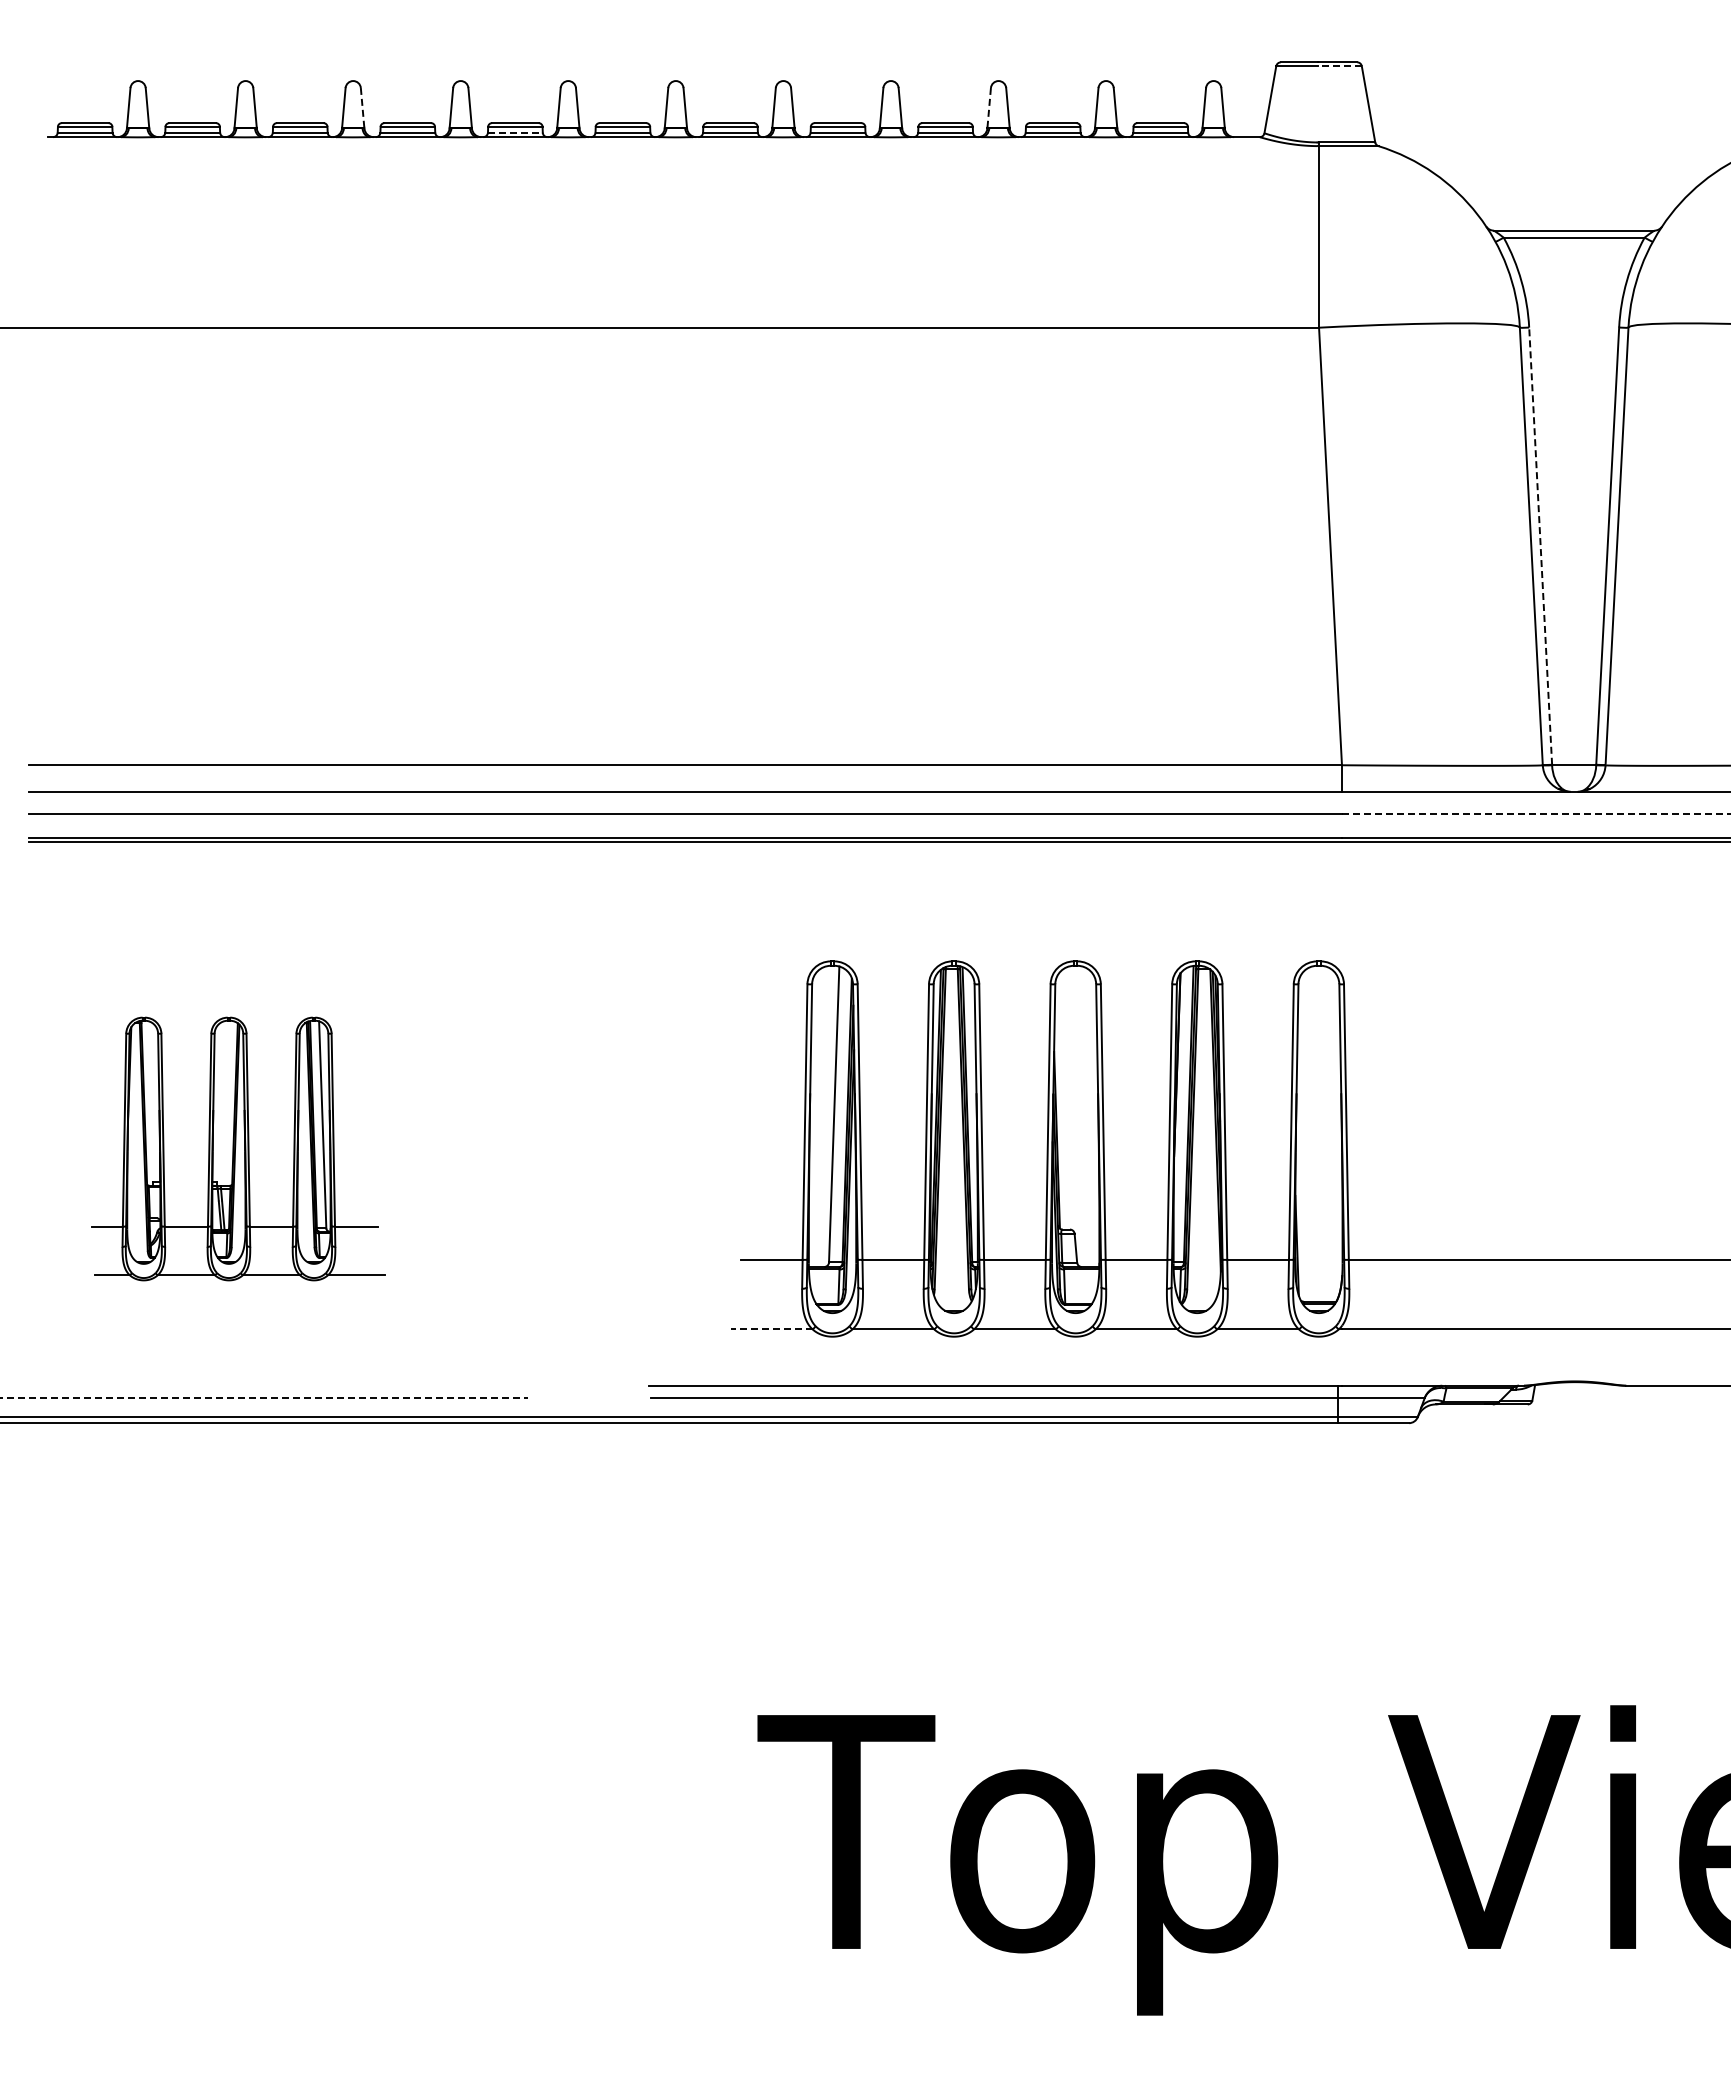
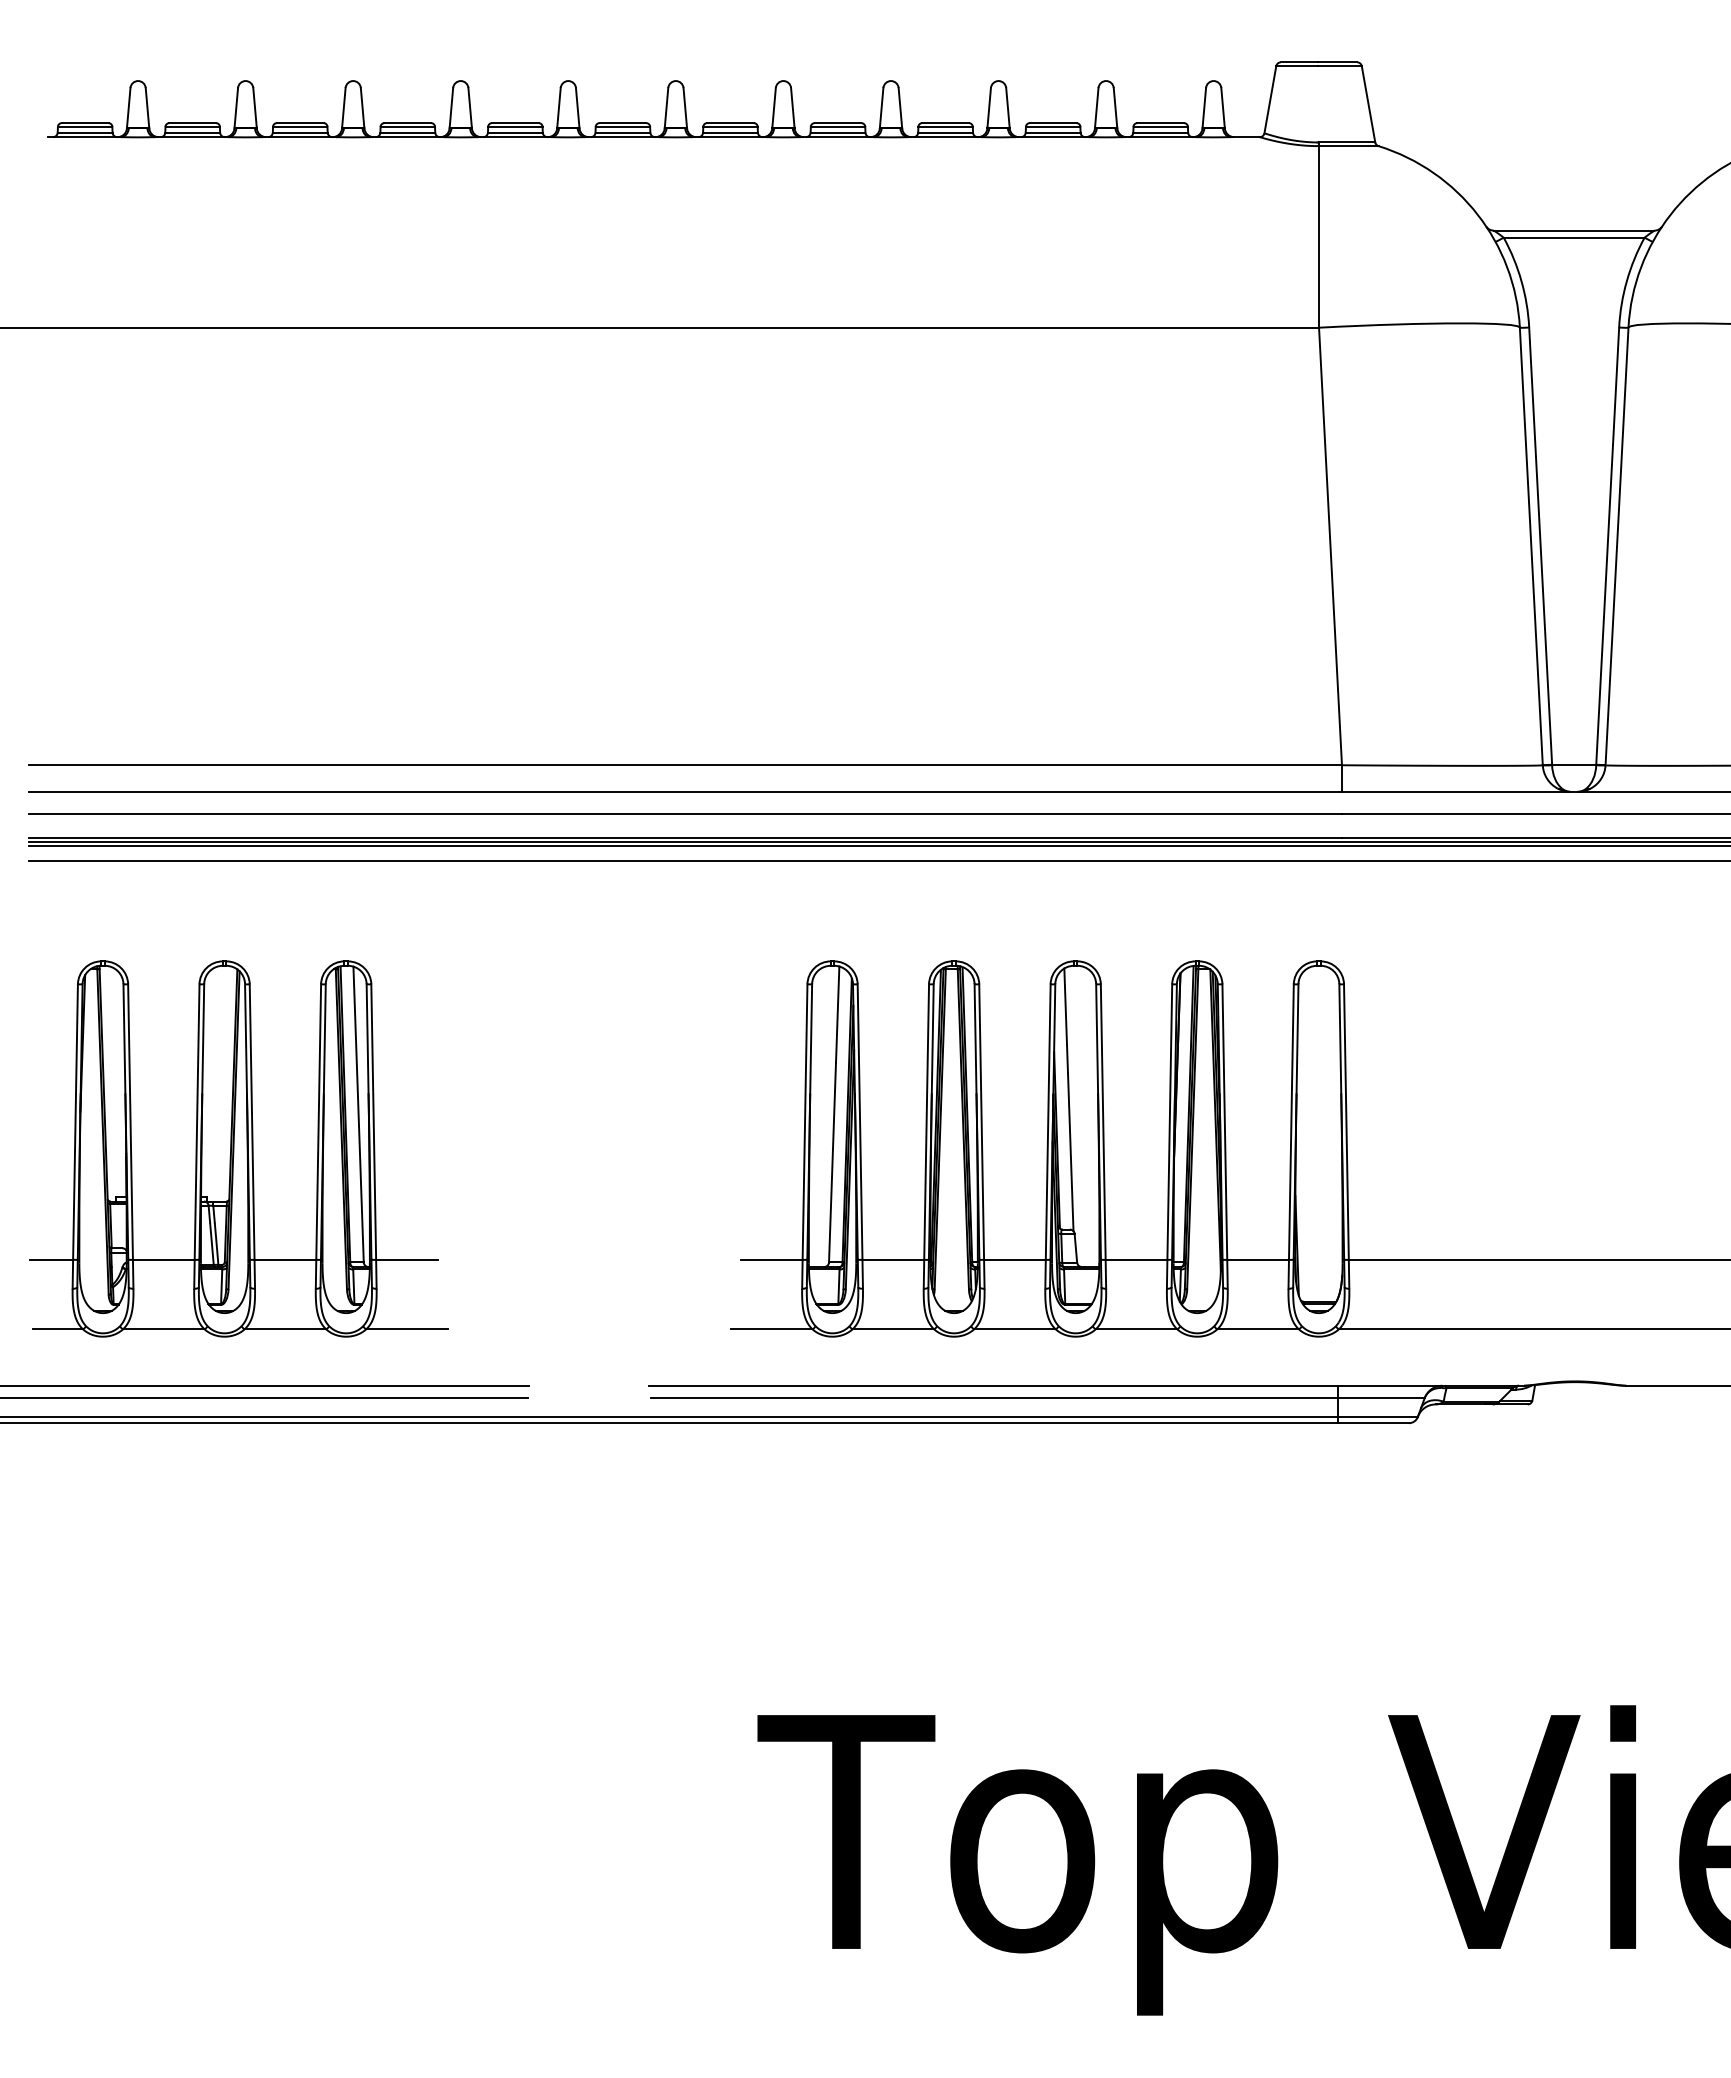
line at (1339, 66): dashed -> solid
line at (362, 107): dashed -> solid
line at (989, 107): dashed -> solid
line at (515, 132): dashed -> solid
line at (1540, 546): dashed -> solid
line at (1536, 814): dashed -> solid
line at (877, 846): none -> present
line at (877, 861): none -> present
line at (1068, 1099): none -> present
part at (238, 1148) size: 295x266 px -> 420x378 px
line at (771, 1329): dashed -> solid
line at (265, 1385): none -> present
line at (264, 1398): dashed -> solid
